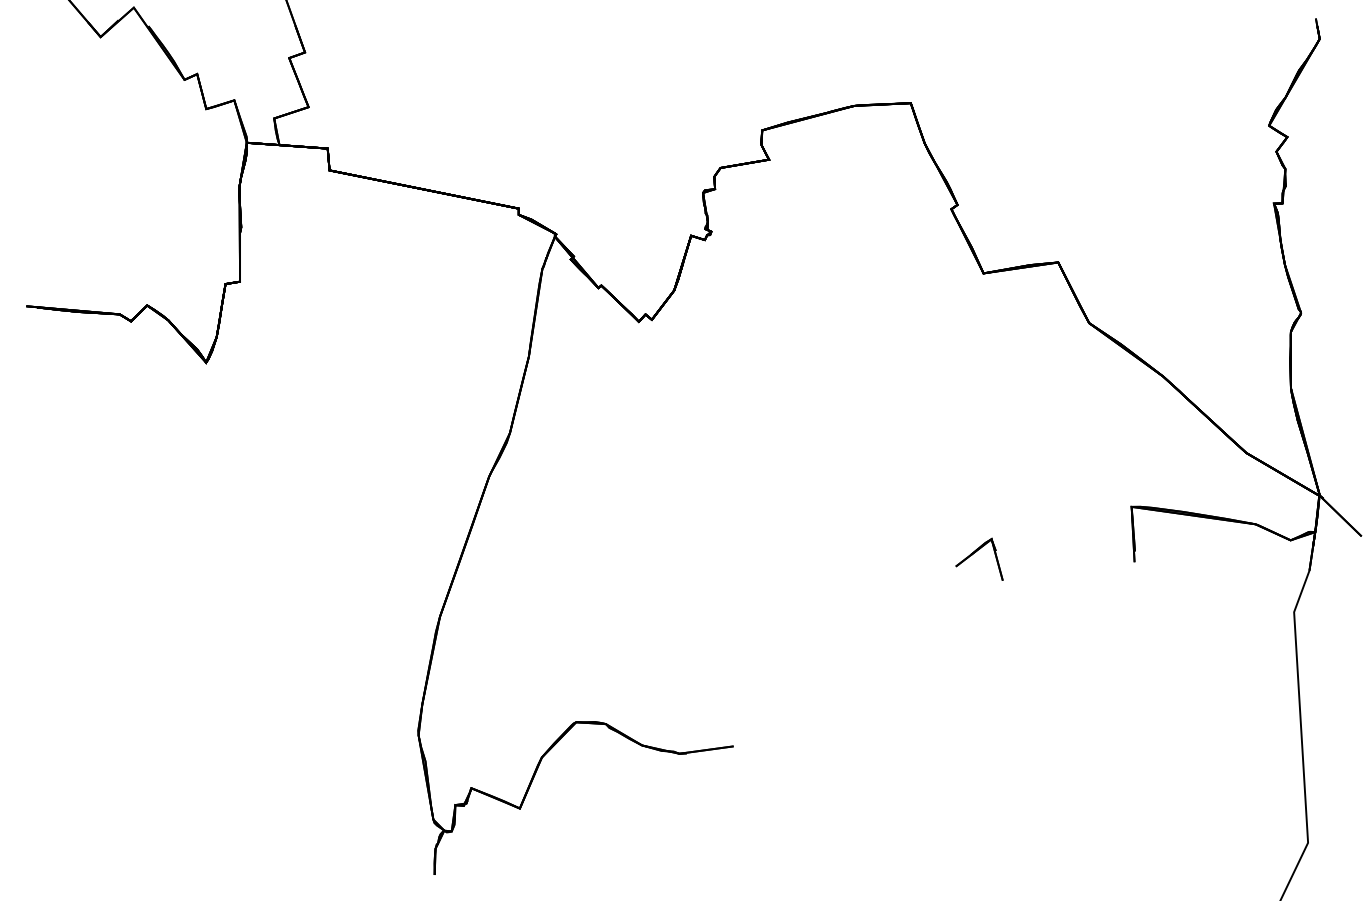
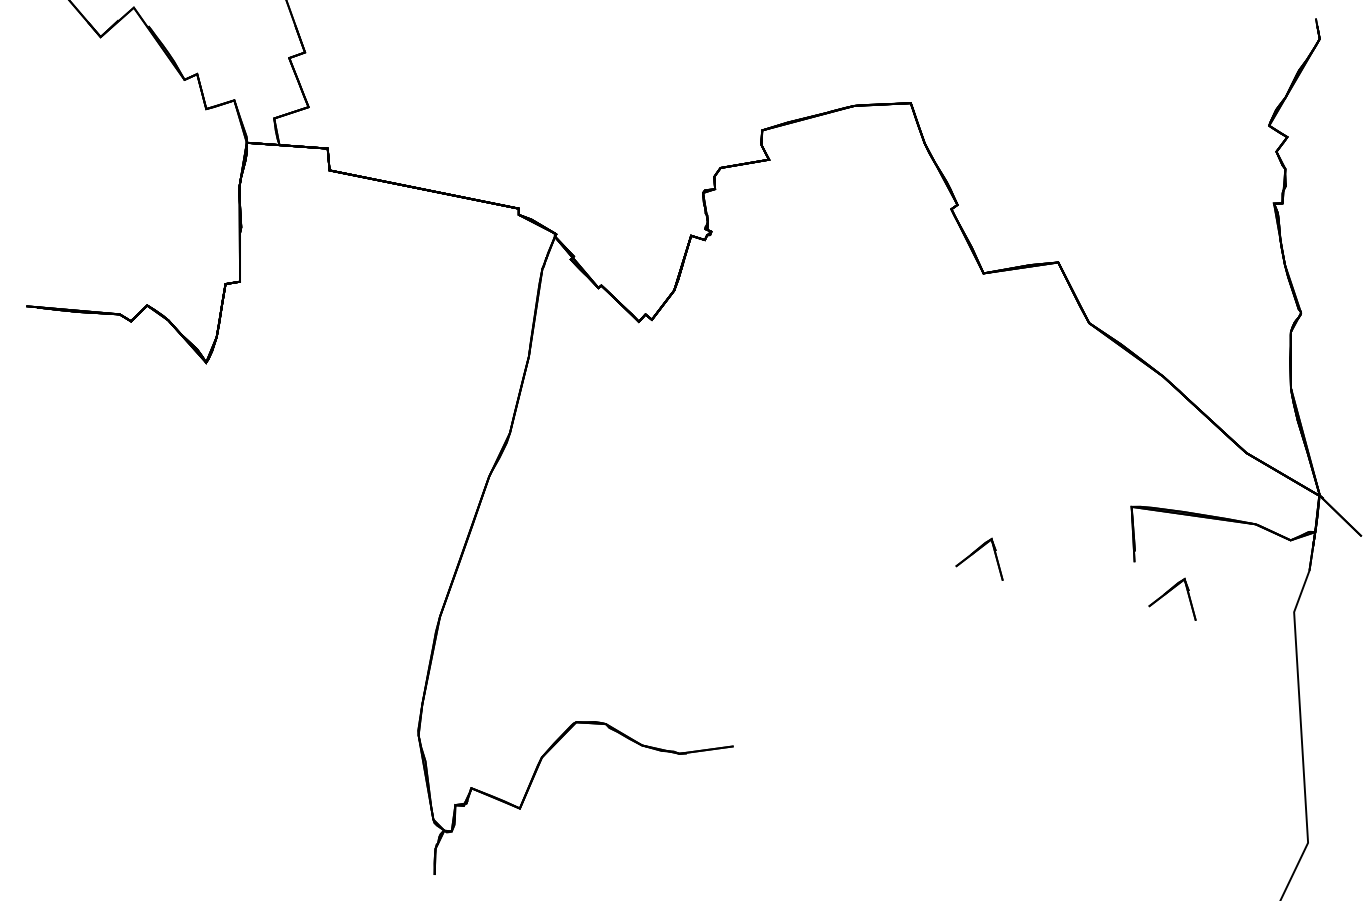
part at (1169, 592): none -> present
